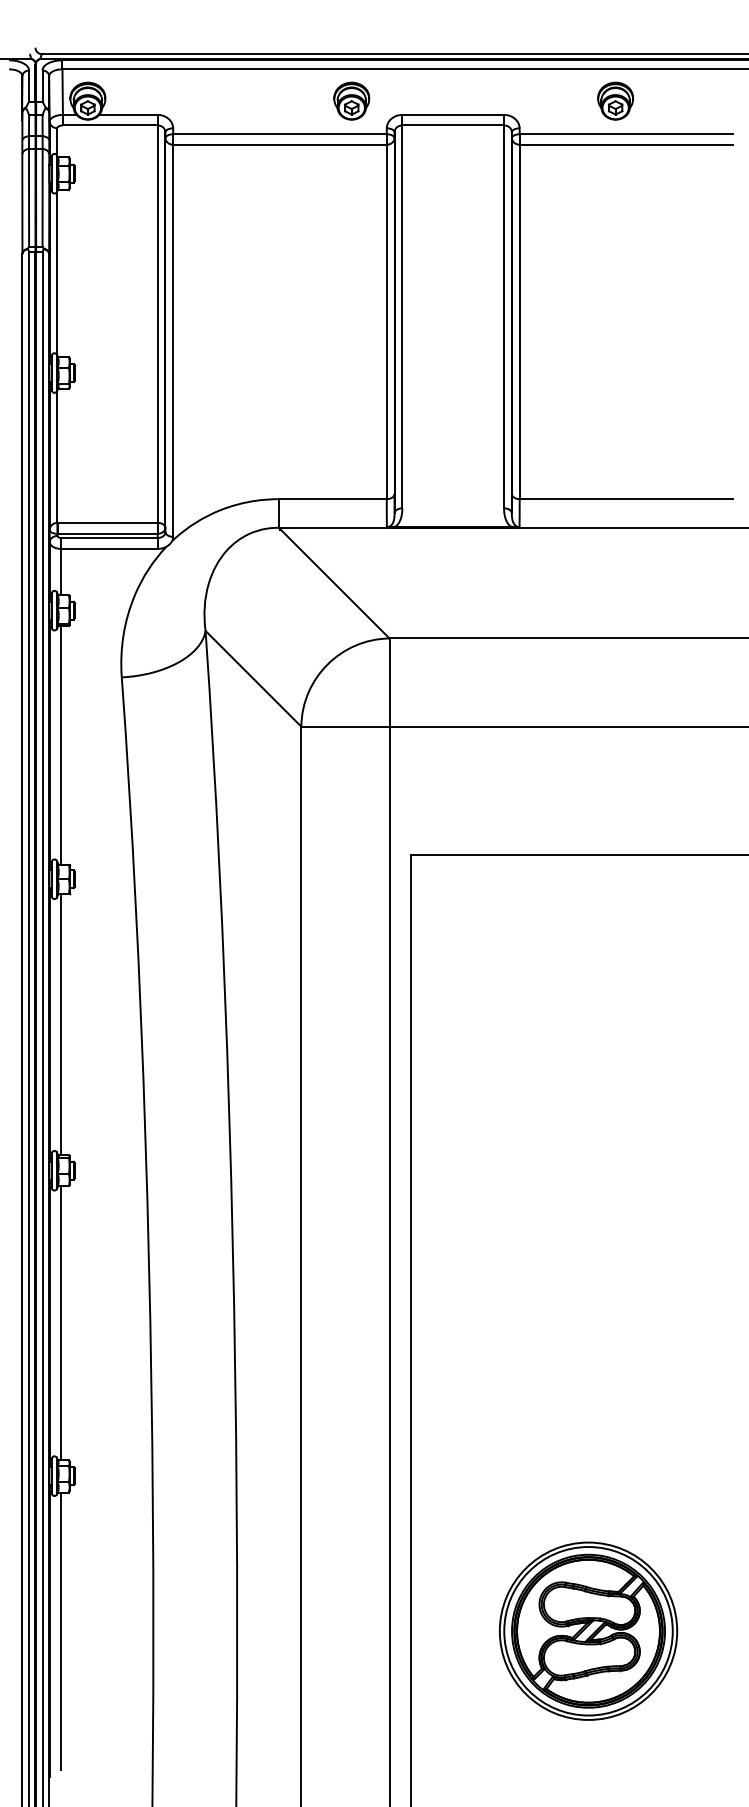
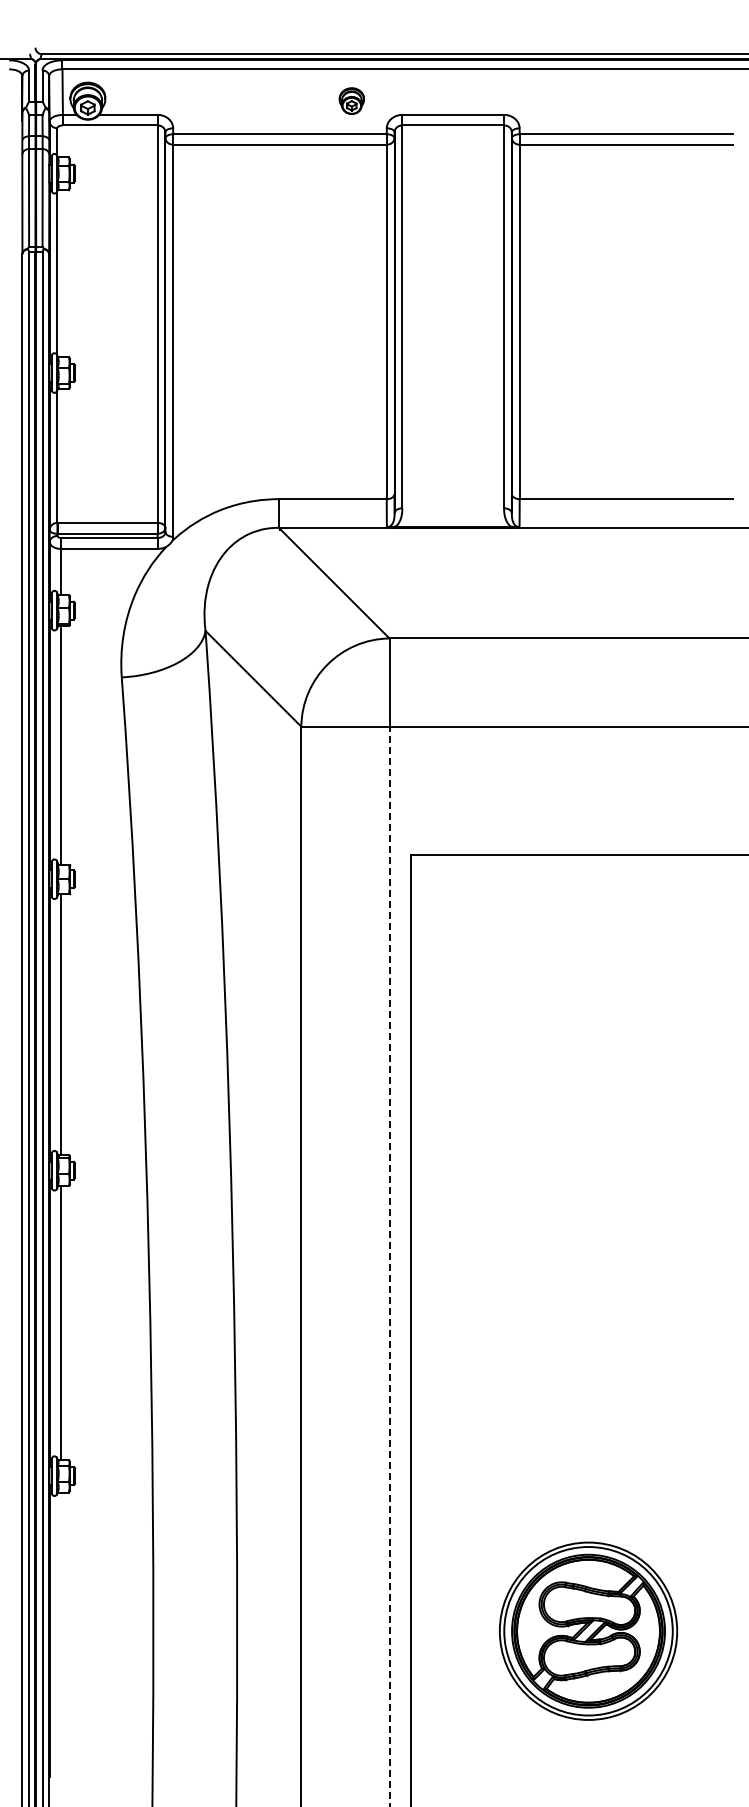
part at (351, 100) size: 38x40 px -> 27x28 px
part at (615, 100): present -> none
line at (389, 1266): solid -> dashed
line at (60, 1630): present -> none
